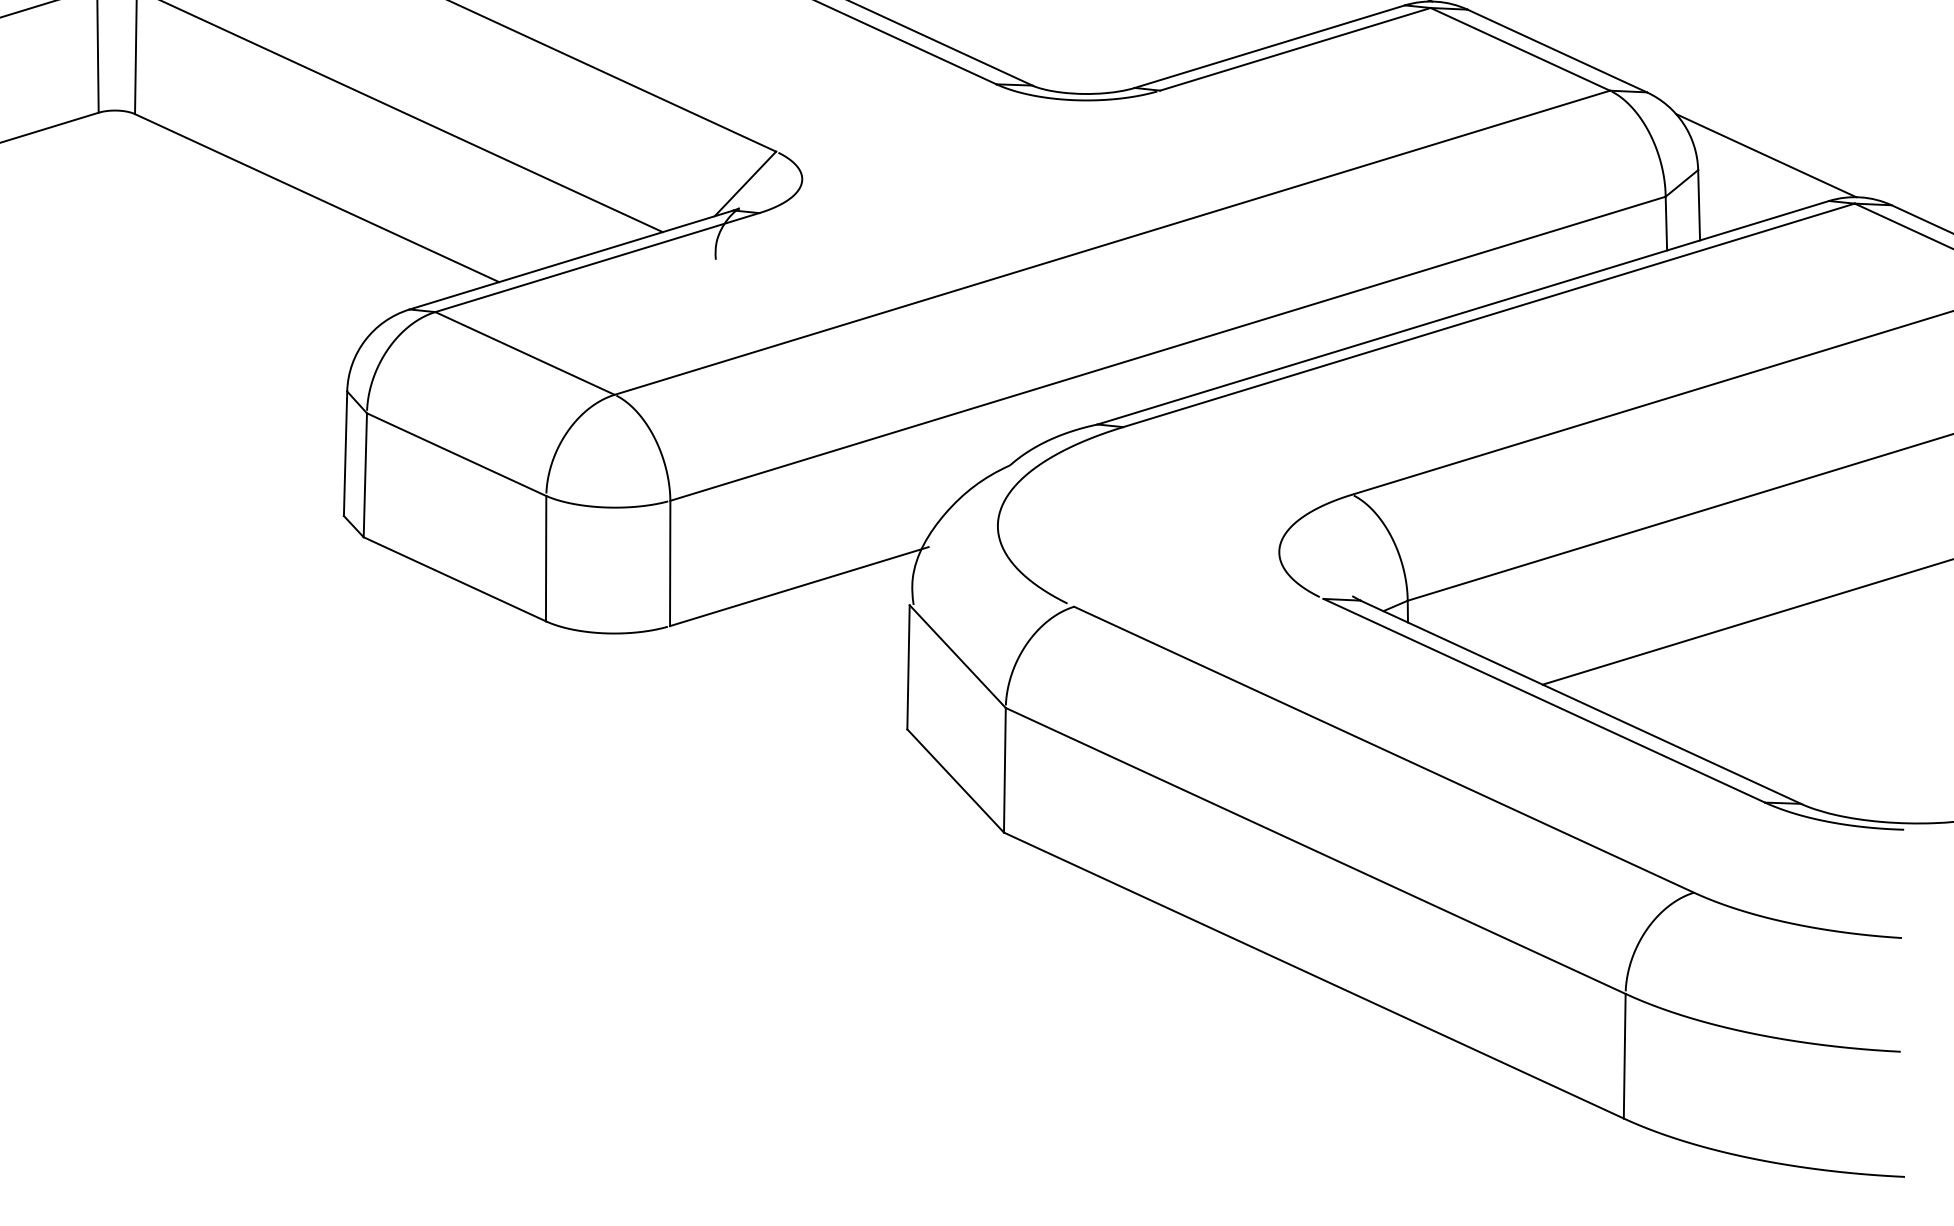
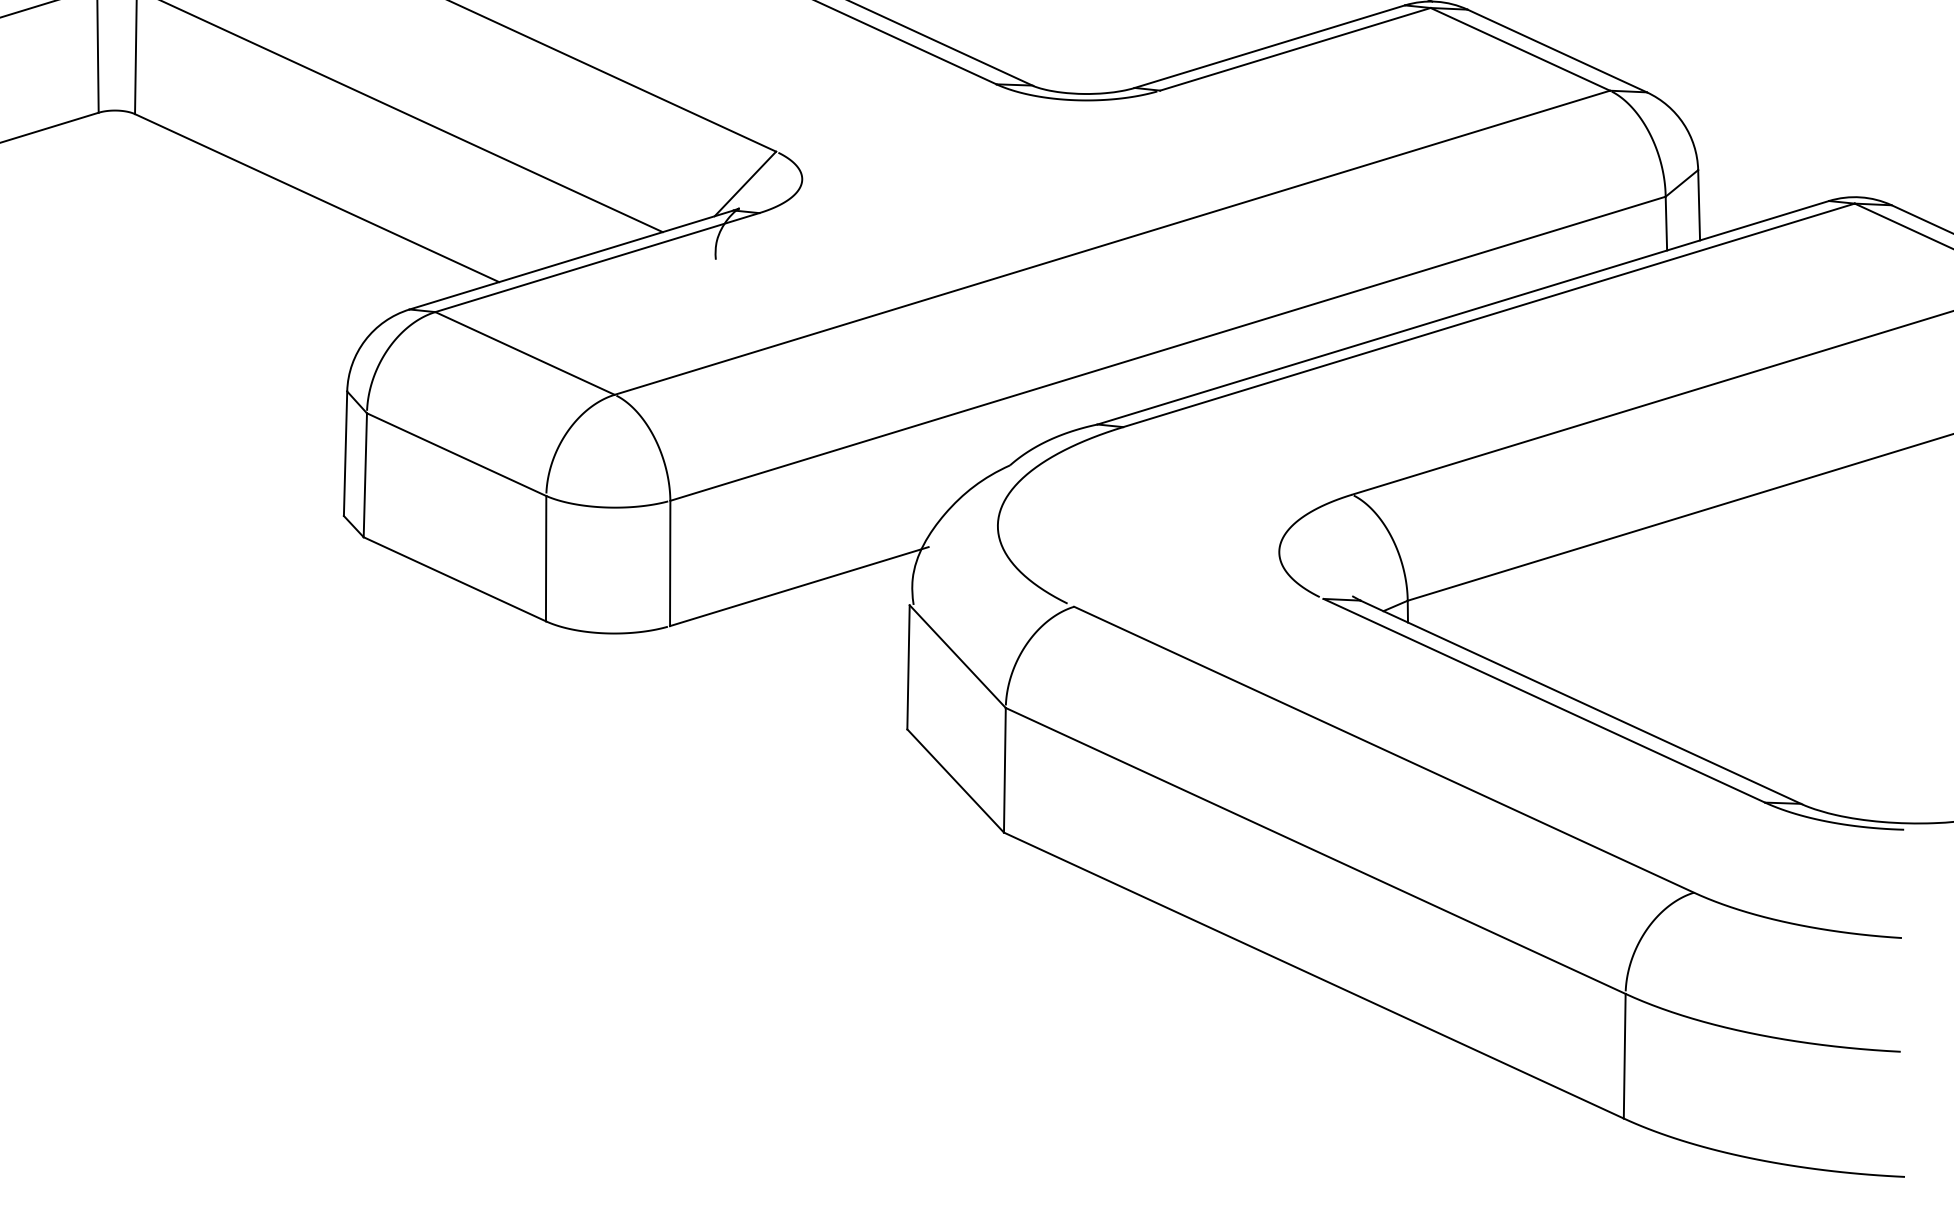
line at (1766, 155): present -> none
line at (1746, 622): present -> none
